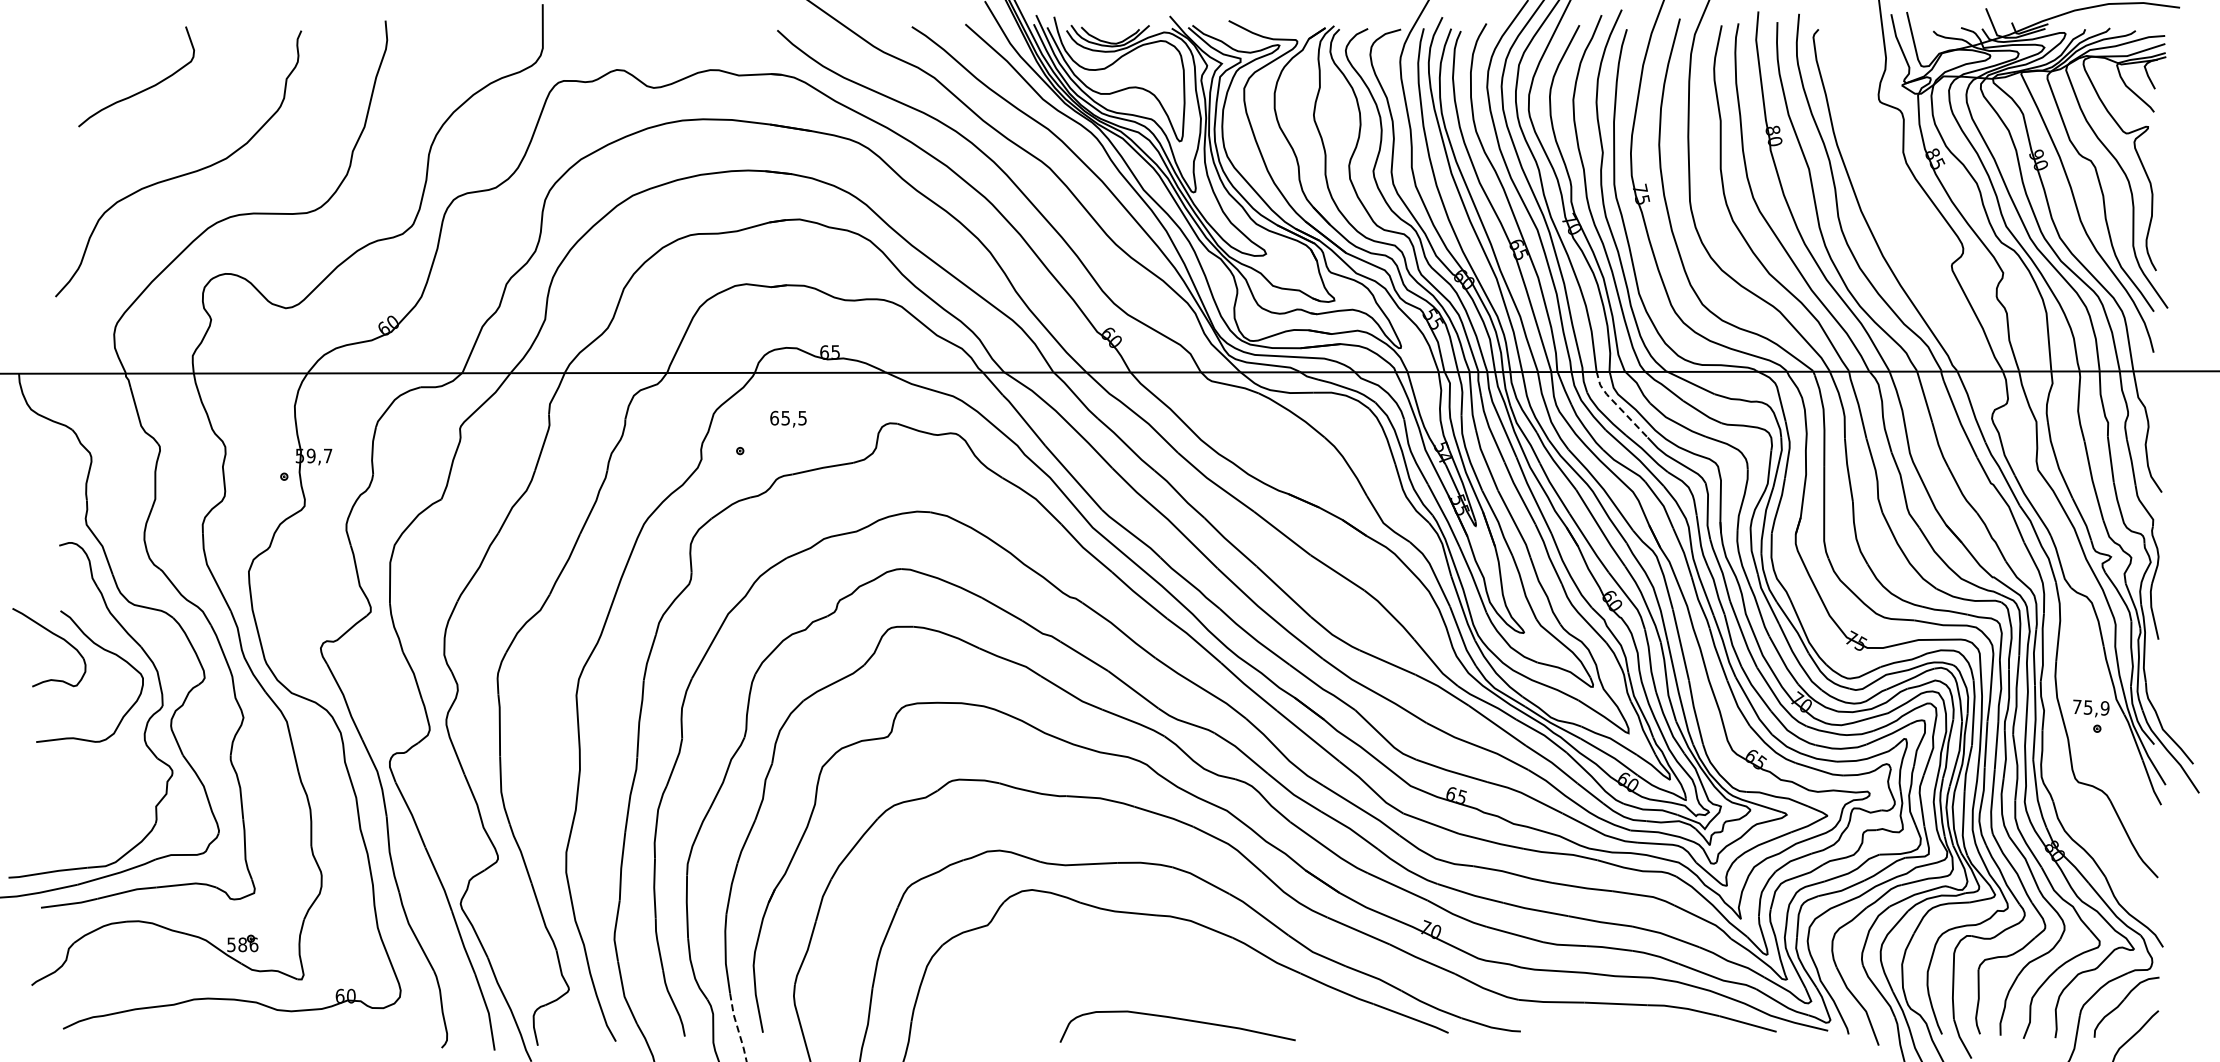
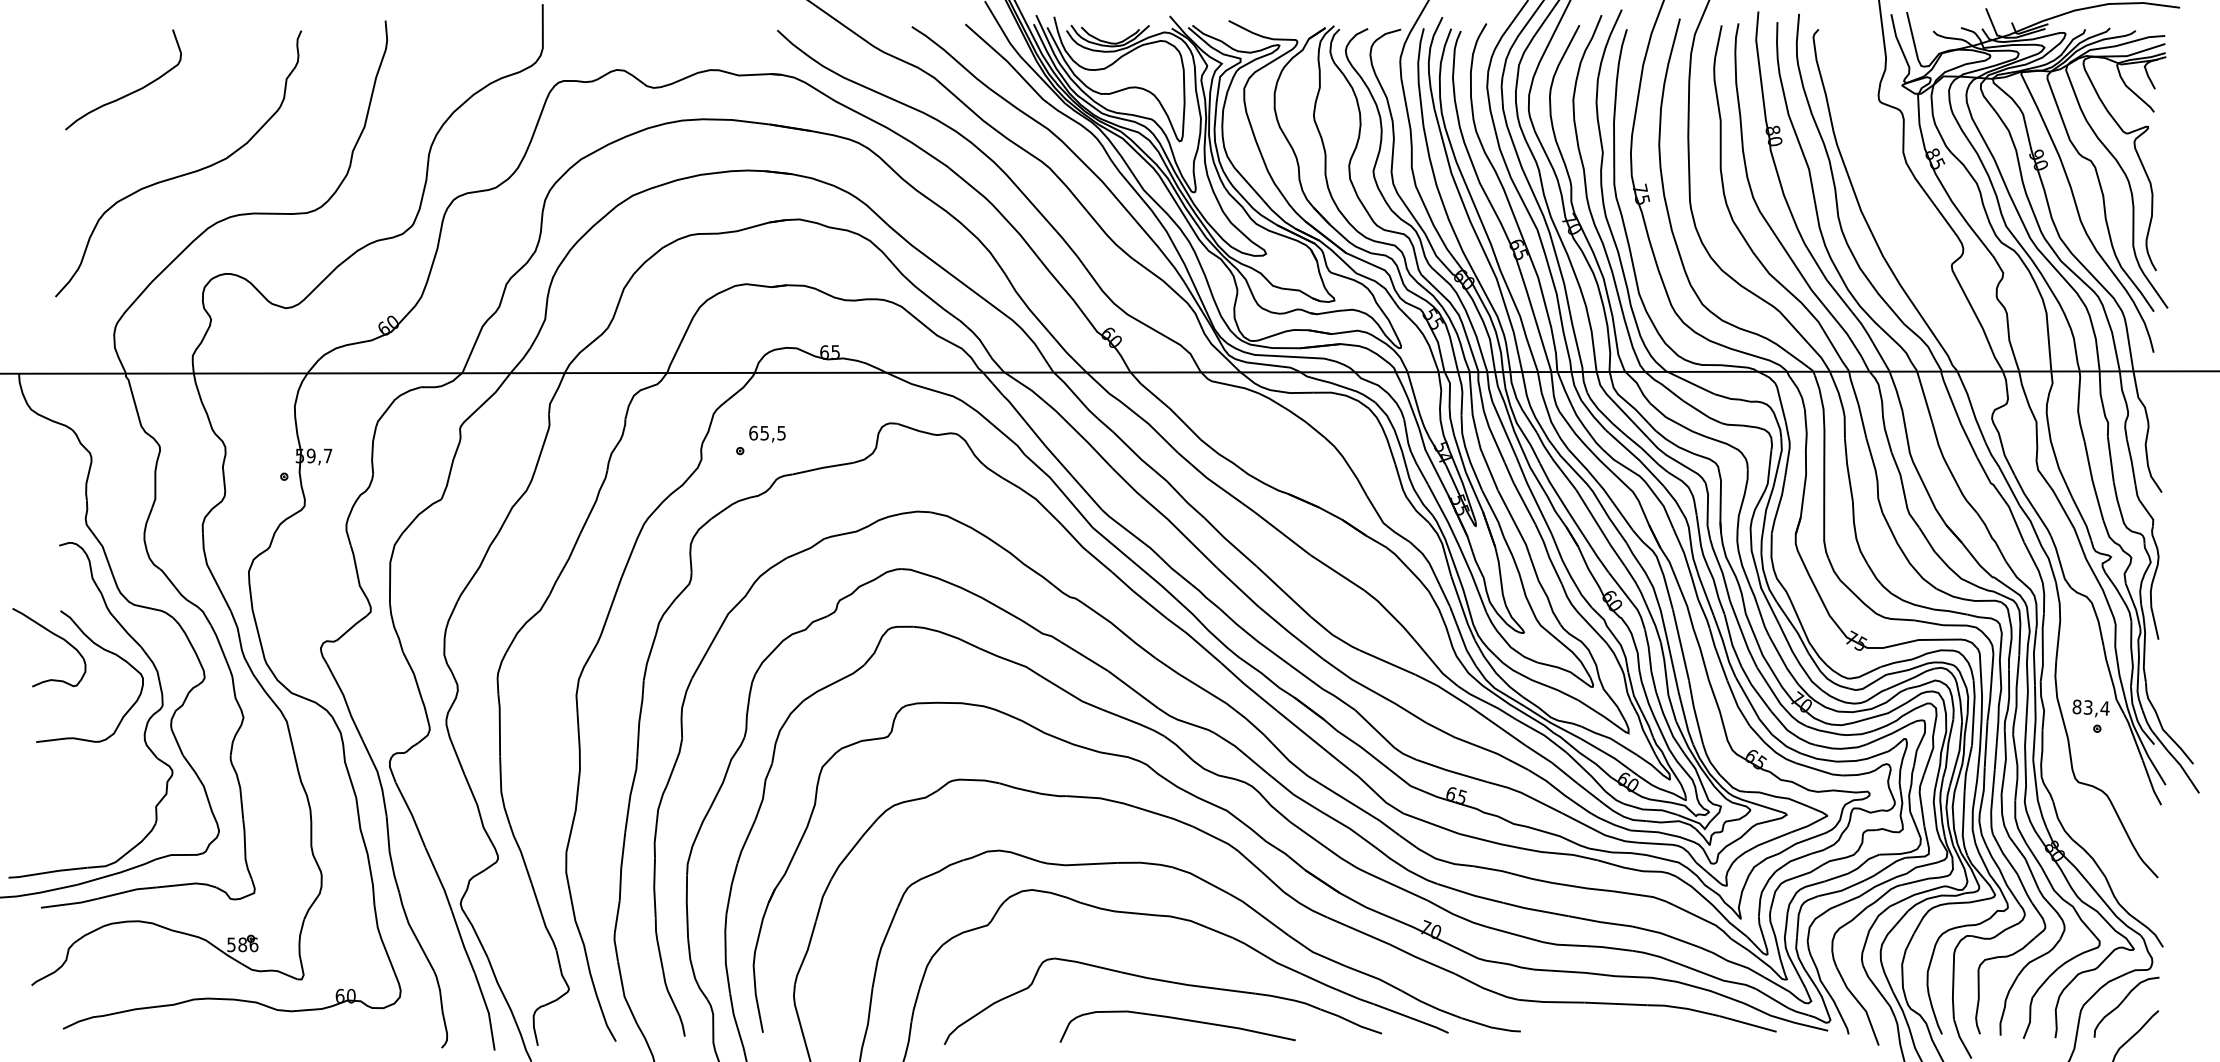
curve at (143, 89) position: (143, 89) -> (130, 92)
line at (1617, 405): dashed -> solid
text at (788, 418) position: (788, 418) -> (767, 433)
text at (2090, 707): 75,9 -> 83,4
part at (1165, 982): none -> present
line at (737, 1027): dashed -> solid
